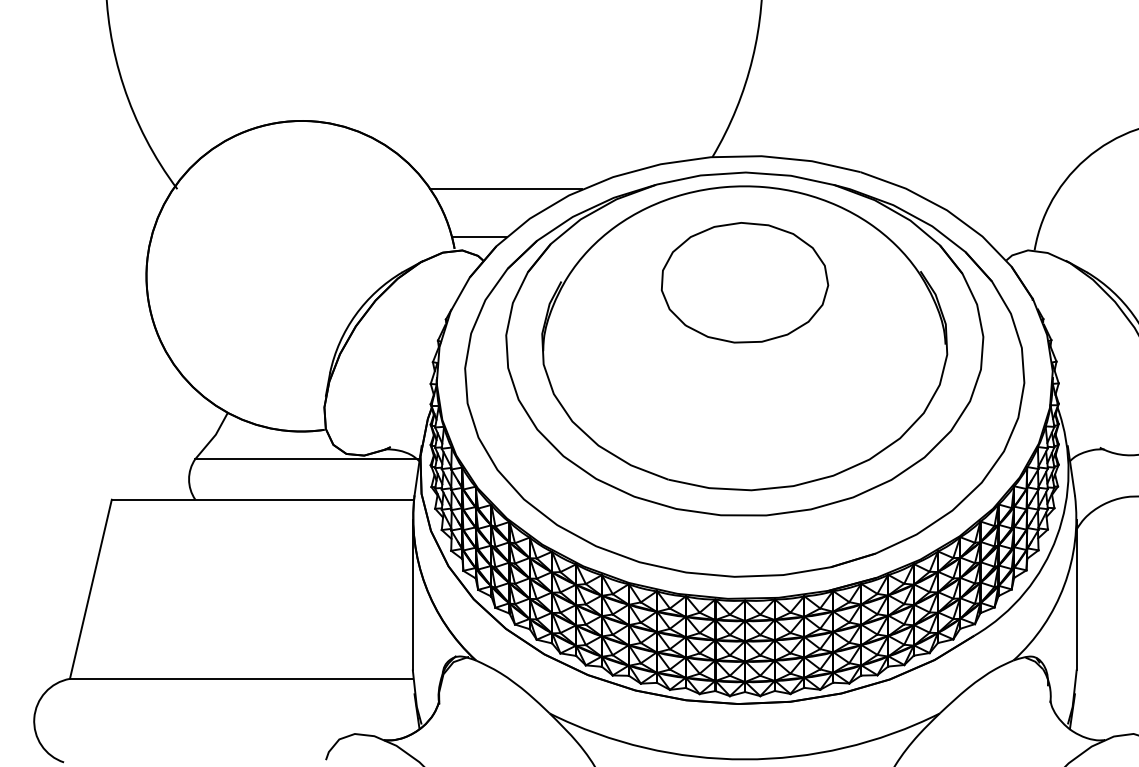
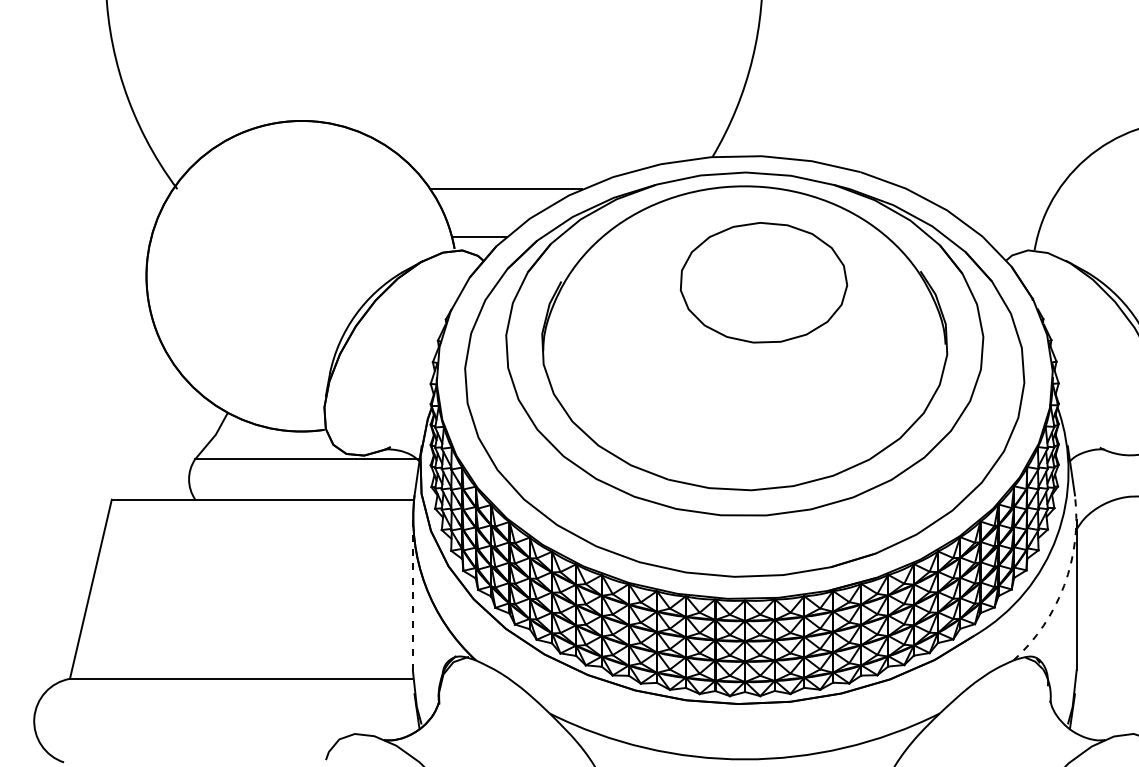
part at (745, 282) position: (745, 282) -> (764, 282)
arc at (1064, 585): solid -> dashed
line at (412, 594): solid -> dashed
